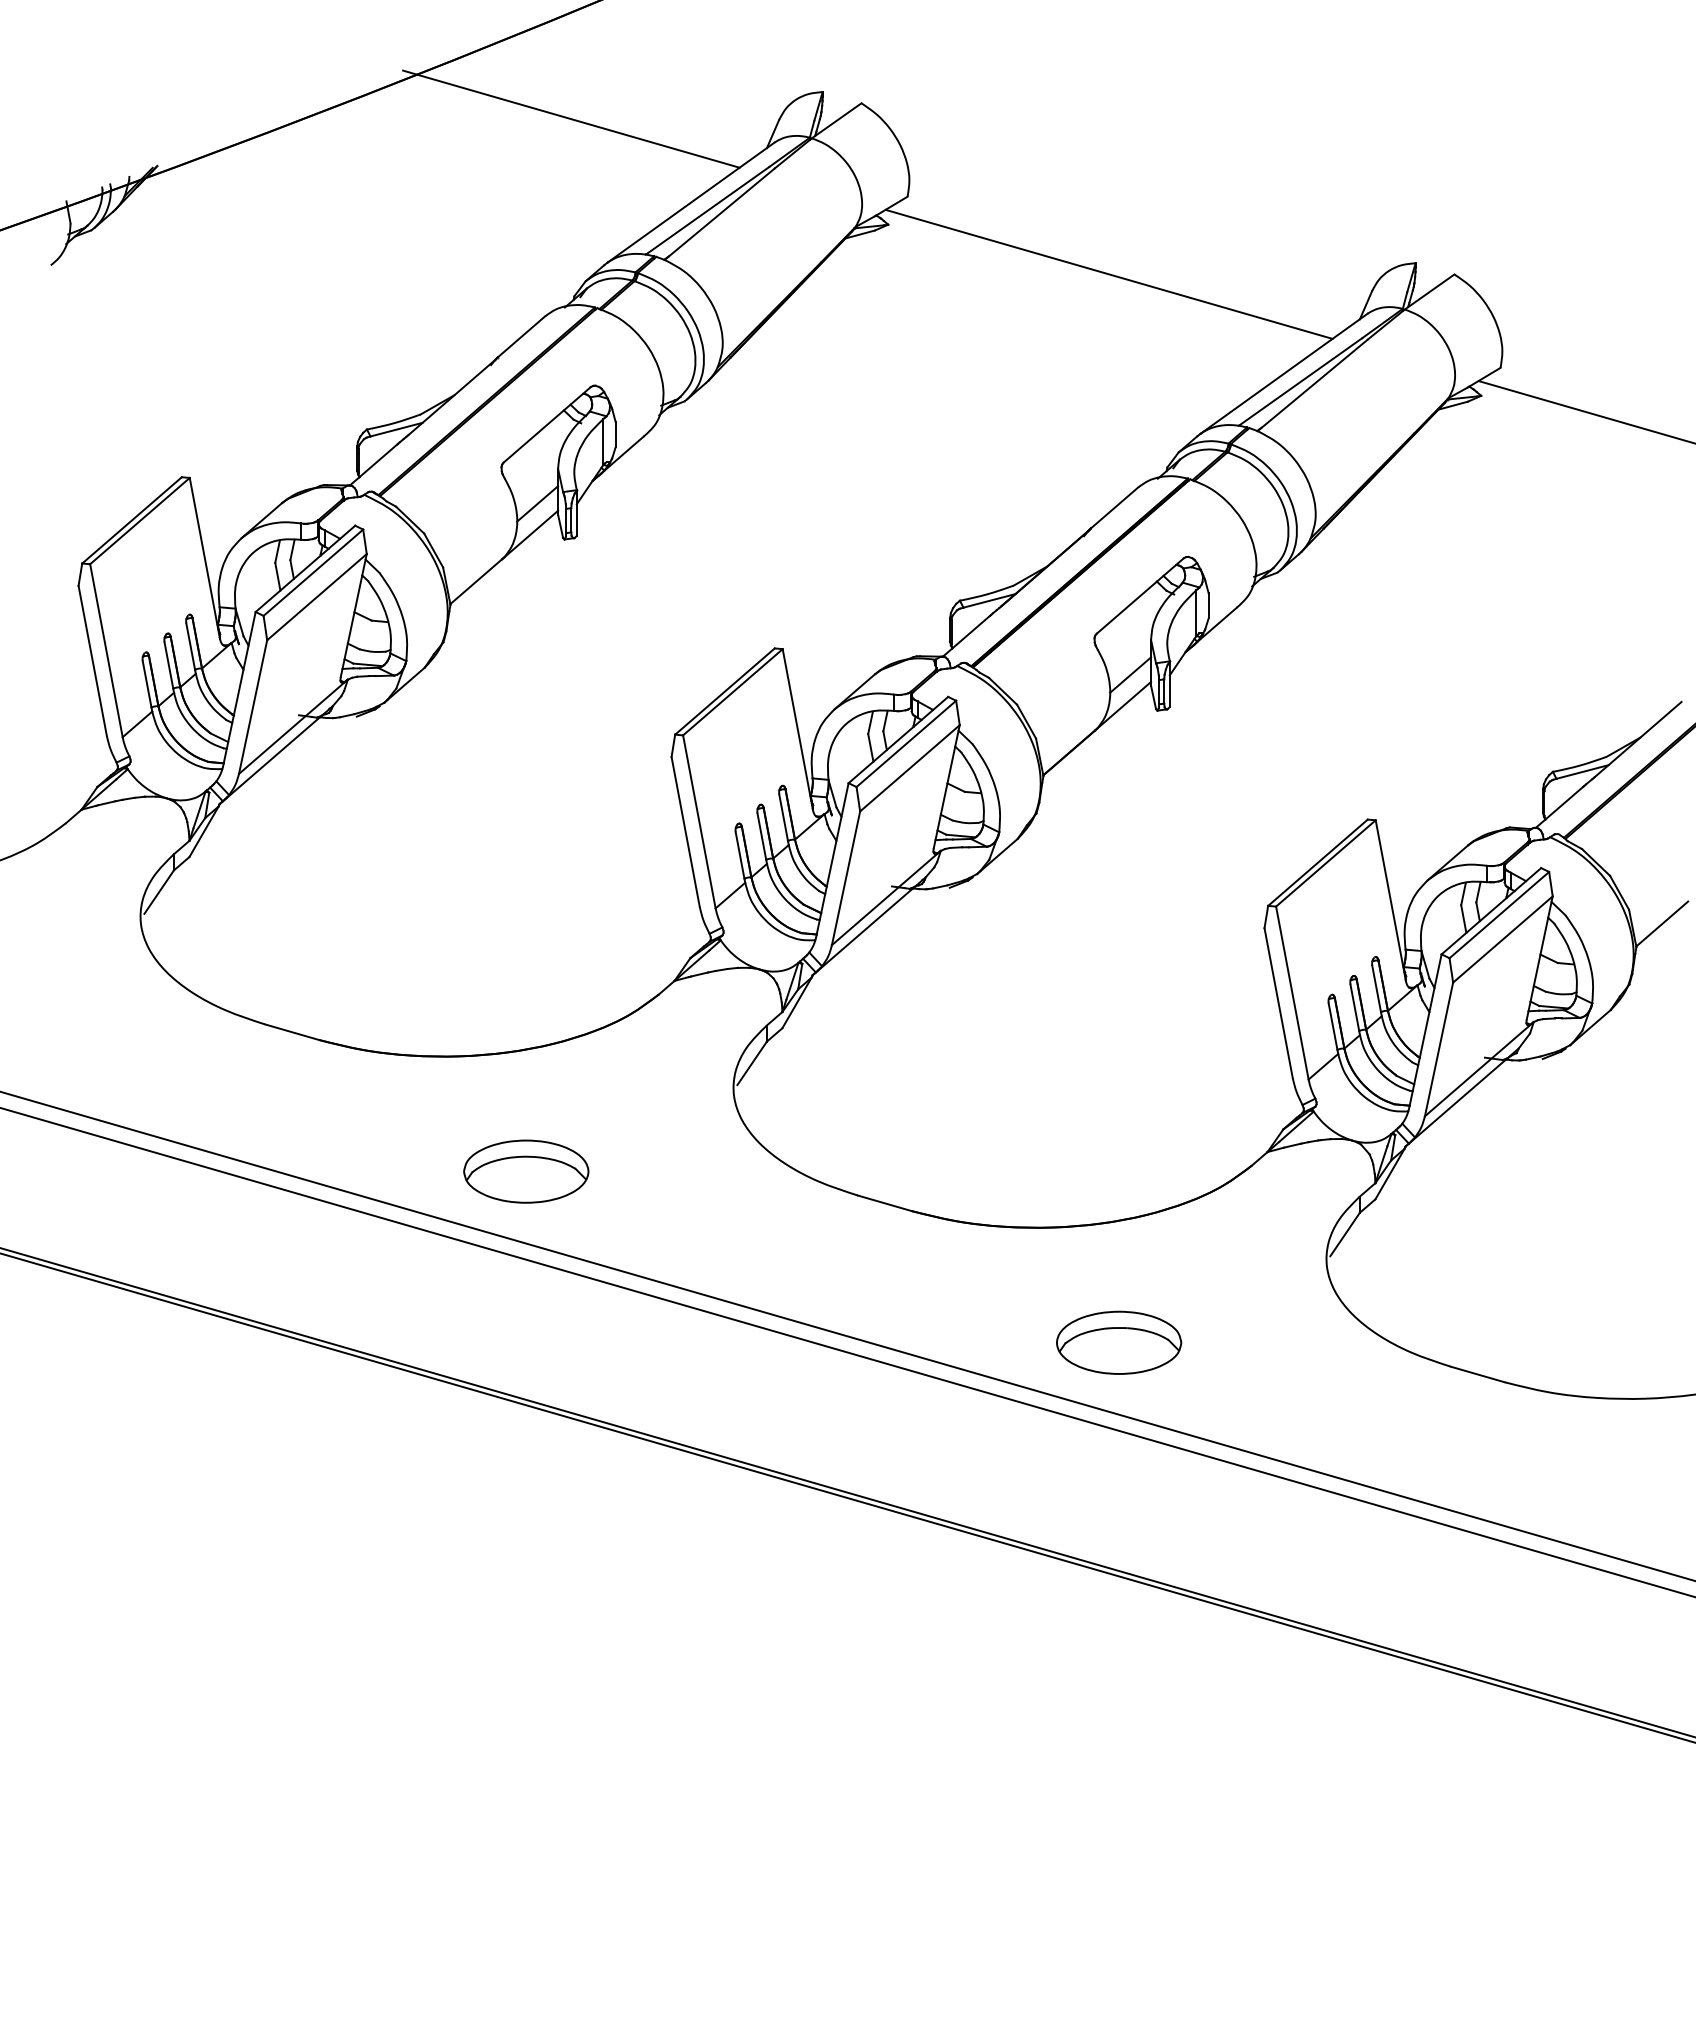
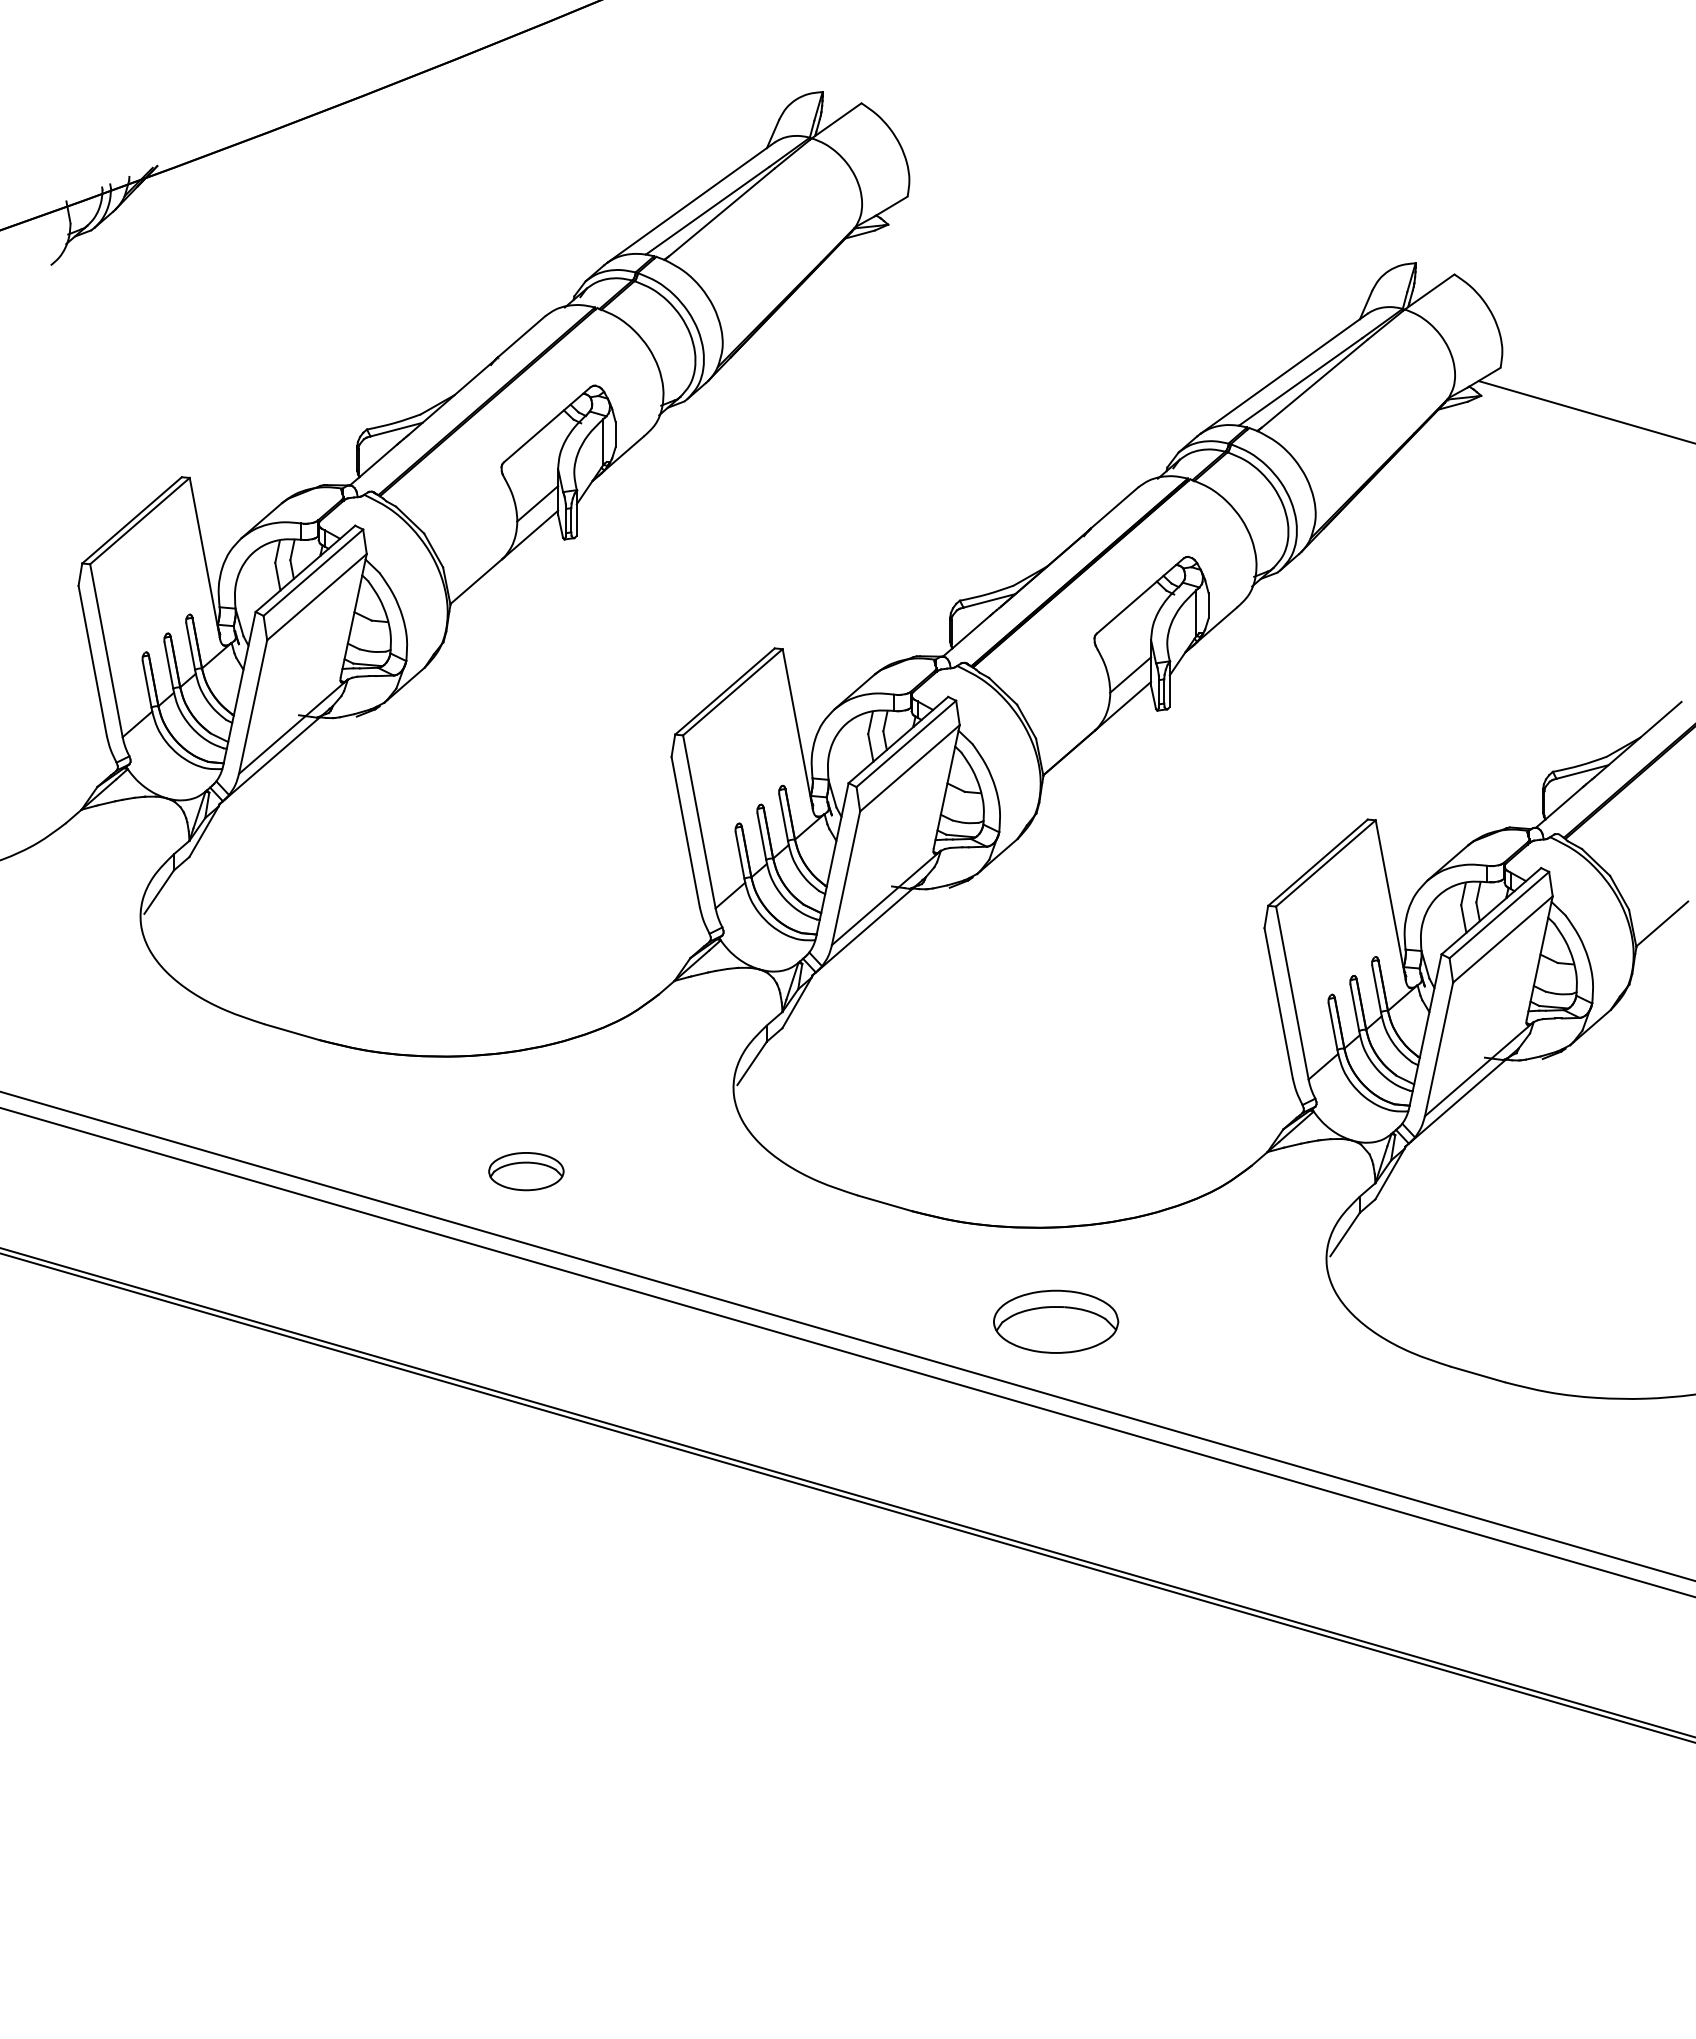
line at (571, 118): present -> none
line at (1108, 273): present -> none
part at (526, 1171) size: 127x65 px -> 77x40 px
part at (1119, 1342) position: (1119, 1342) -> (1056, 1321)
